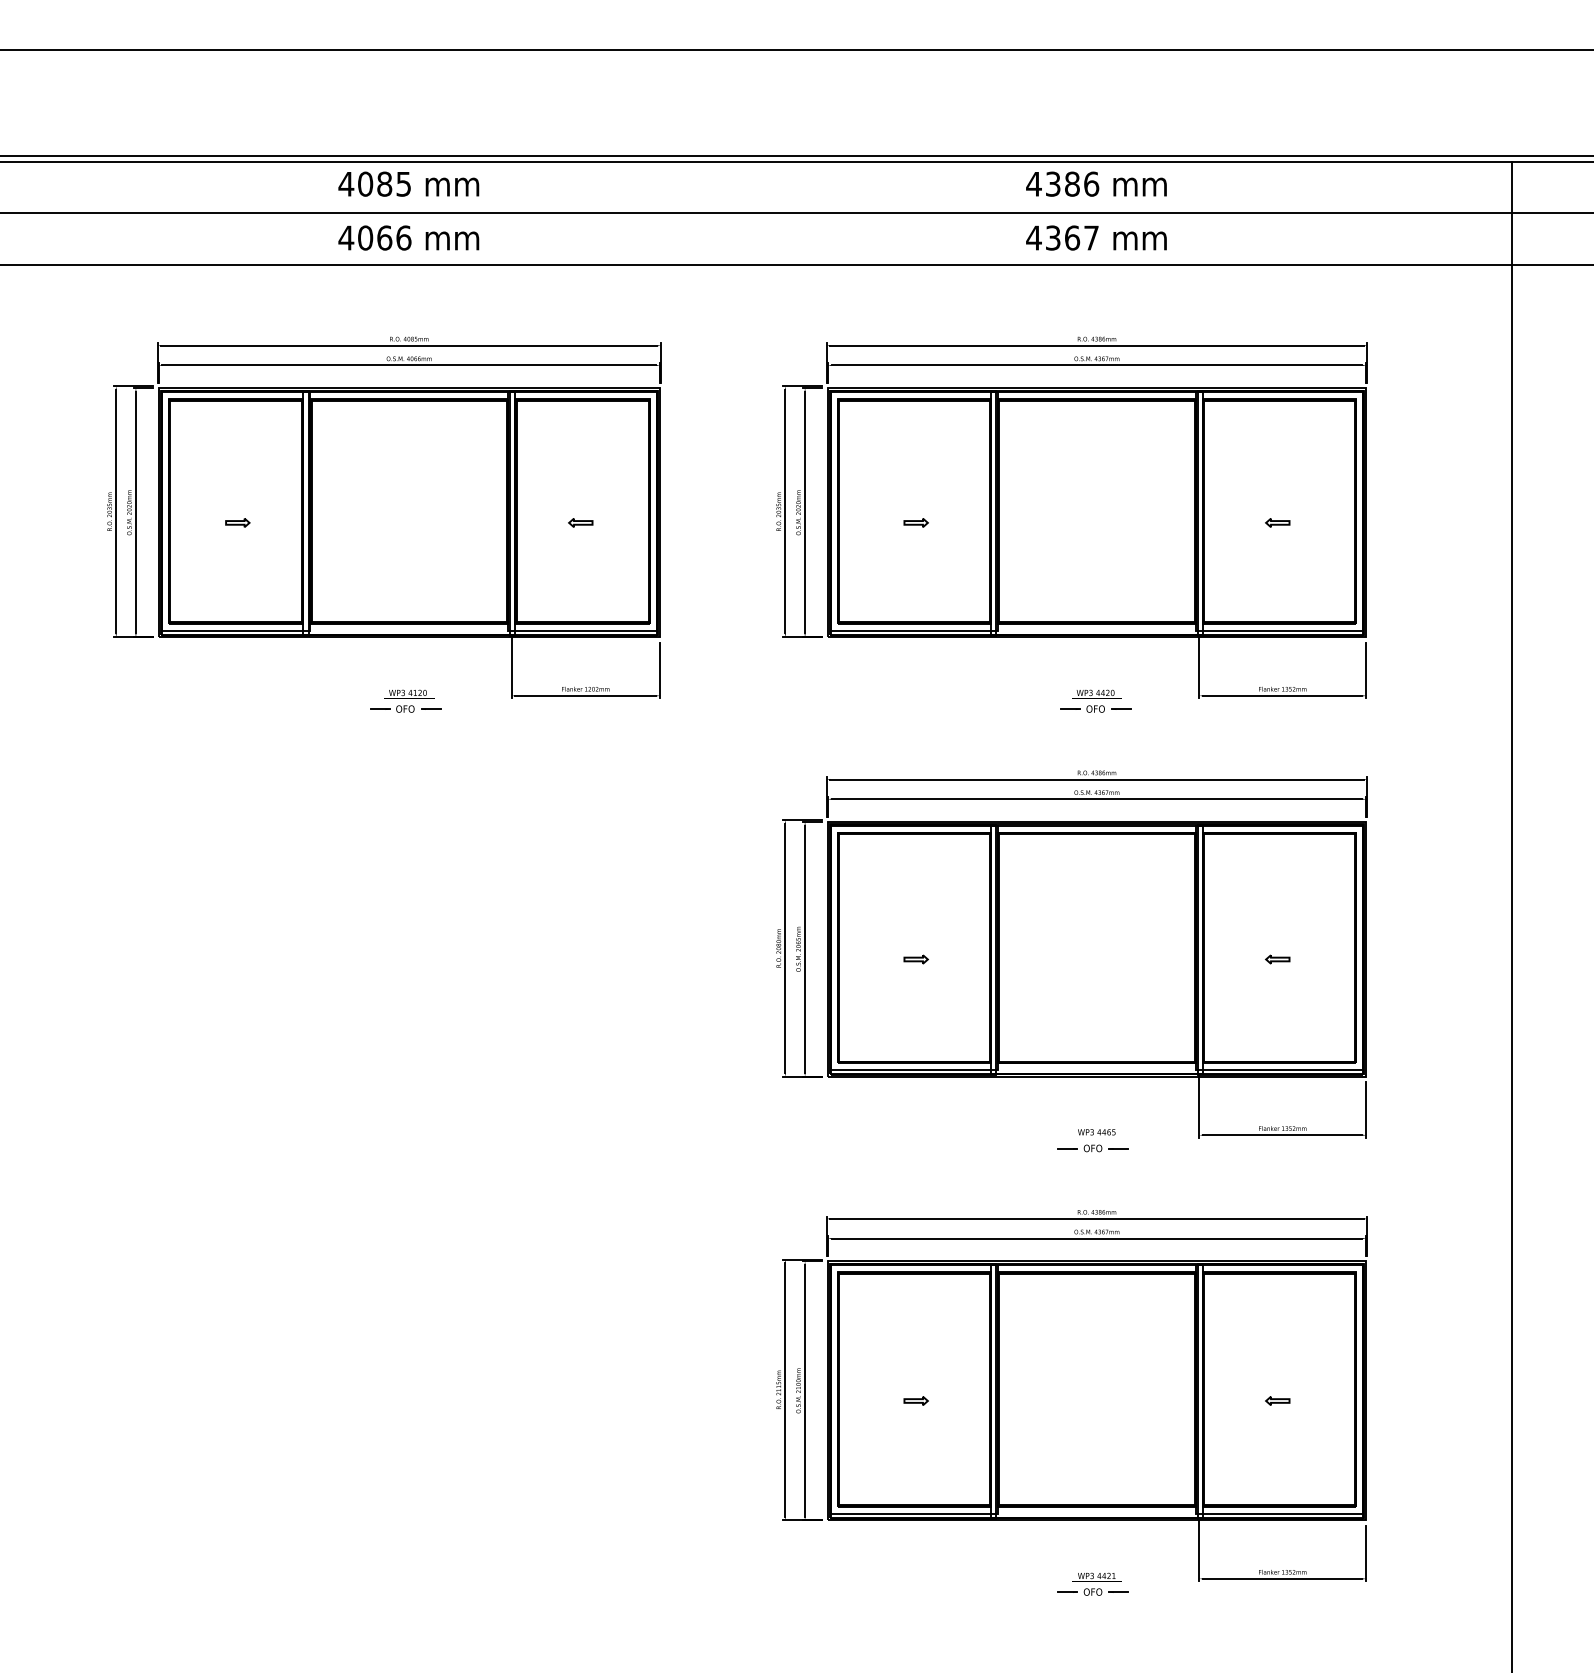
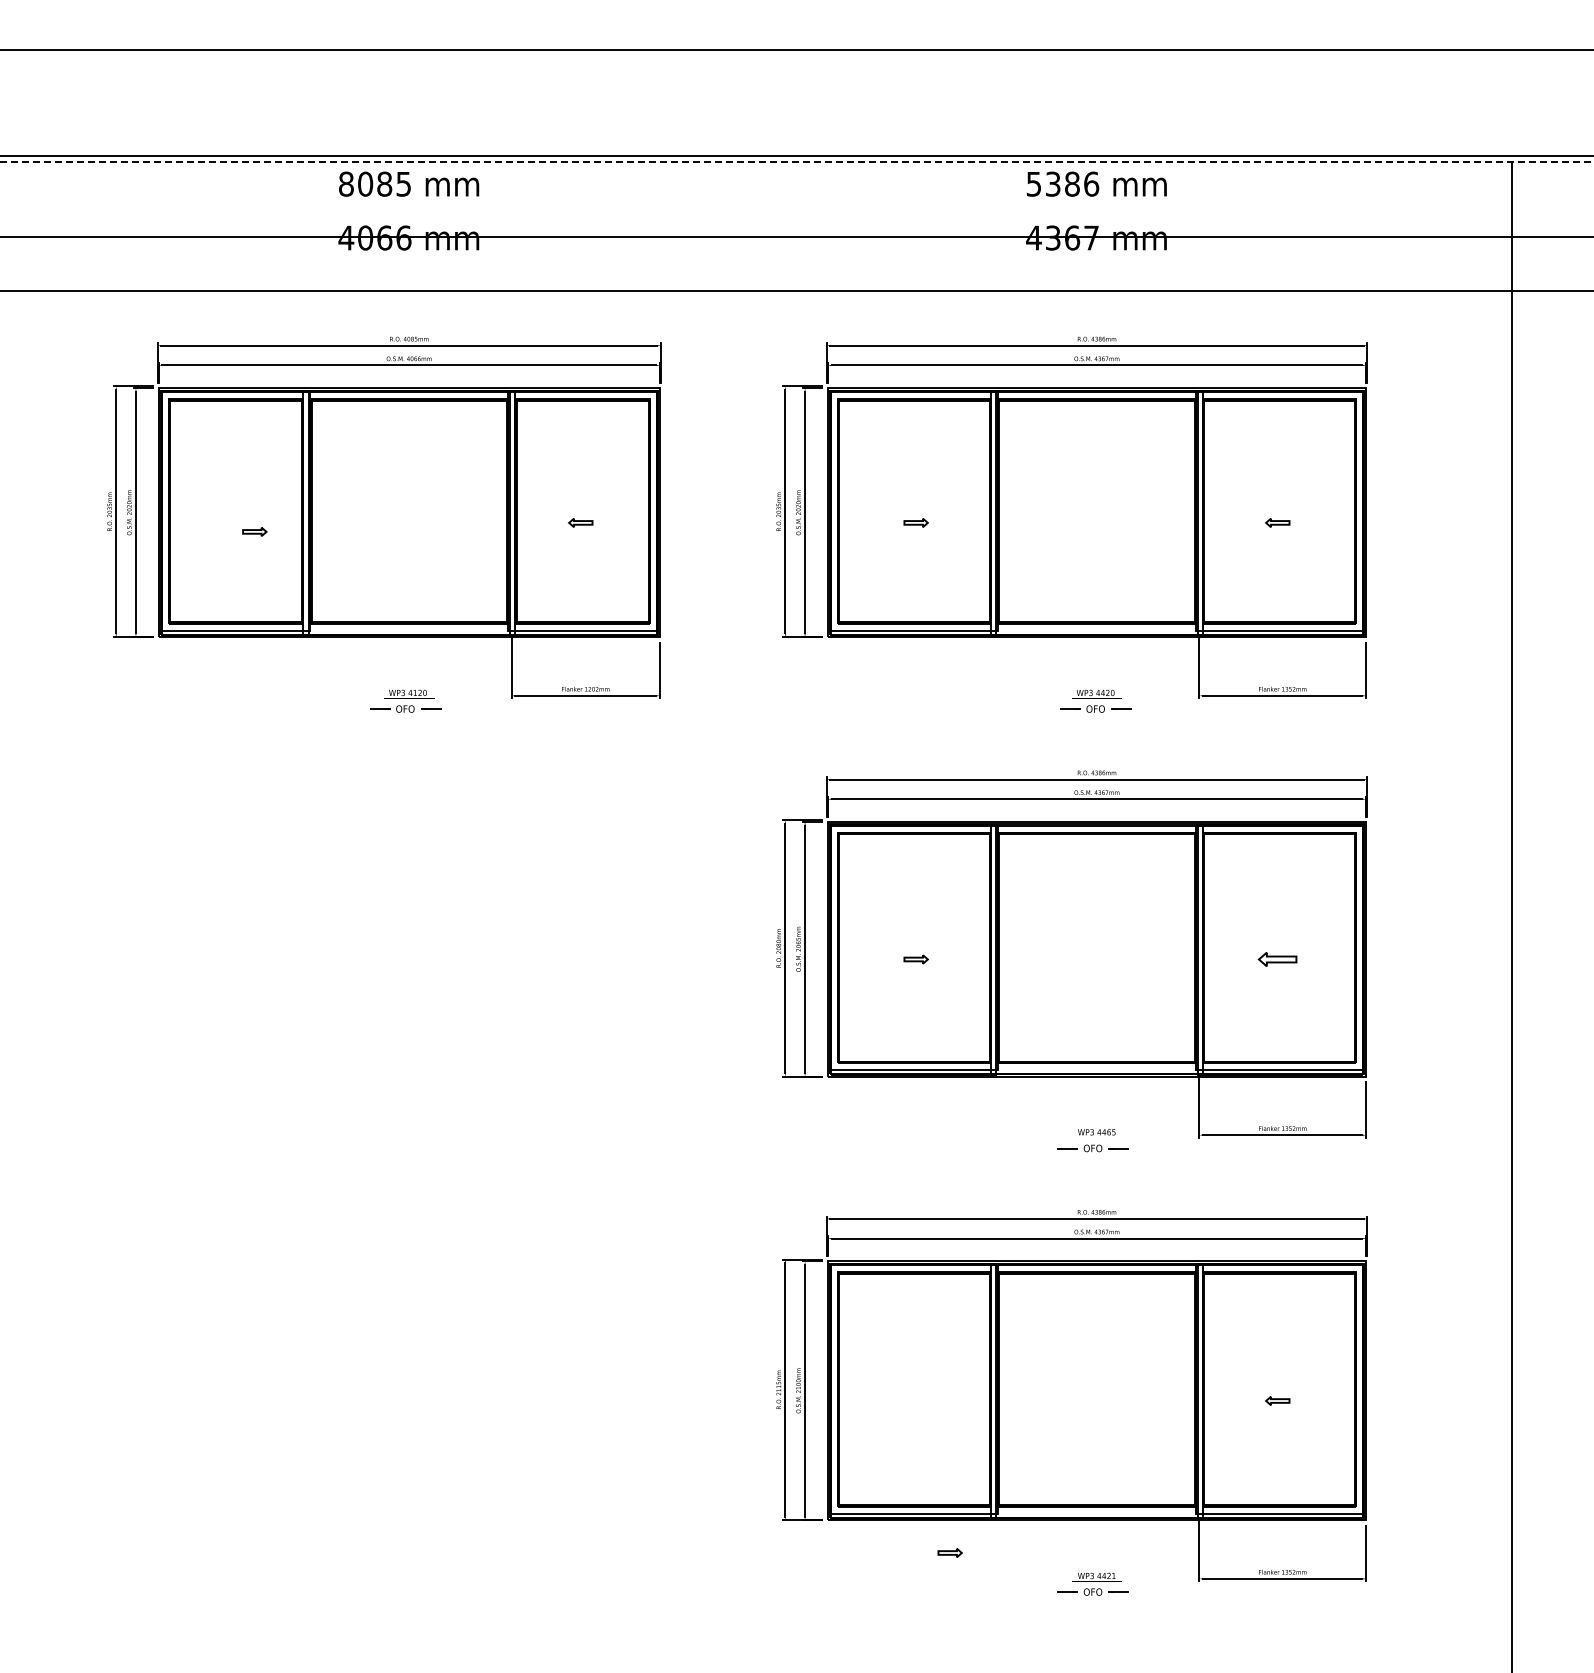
line at (796, 161): solid -> dashed
text at (346, 183): 4085 -> 8085
text at (1033, 184): 4386 -> 5386
line at (796, 213) position: (796, 213) -> (796, 237)
line at (796, 265) position: (796, 265) -> (796, 291)
part at (237, 522) position: (237, 522) -> (254, 531)
part at (1277, 959) size: 26x11 px -> 41x15 px
part at (915, 1400) position: (915, 1400) -> (949, 1552)
